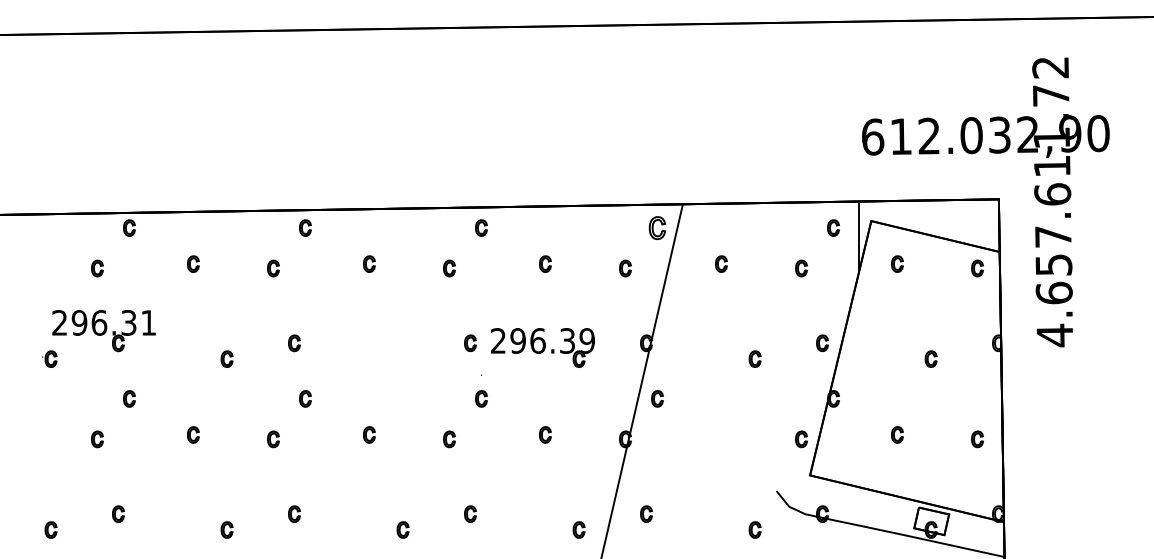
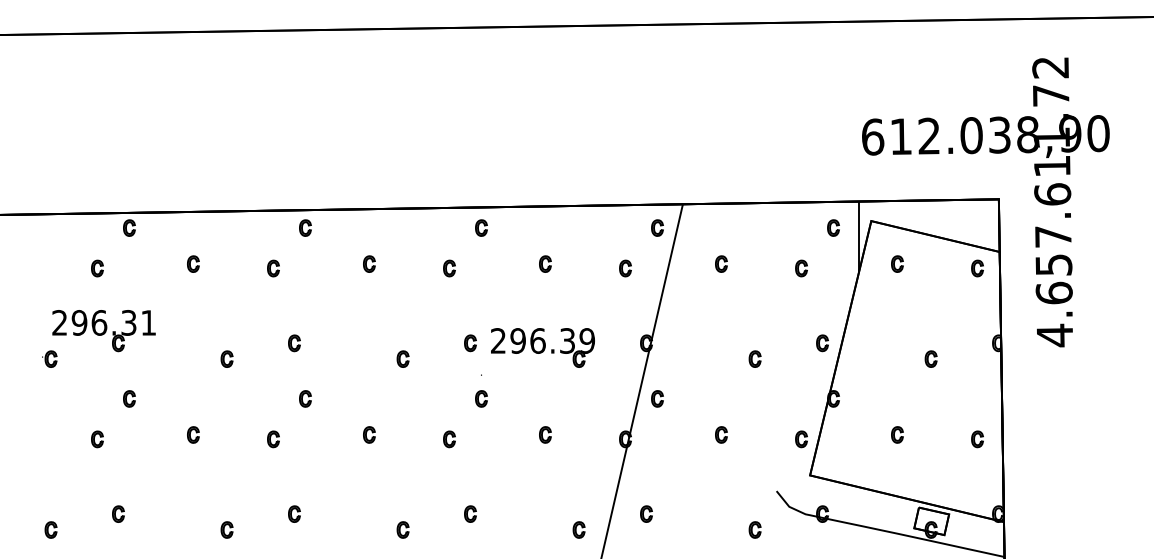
text at (1028, 134): 612.032,90 -> 612.038,90
part at (657, 228) size: 19x25 px -> 13x18 px
part at (402, 358): none -> present
part at (721, 434): none -> present
